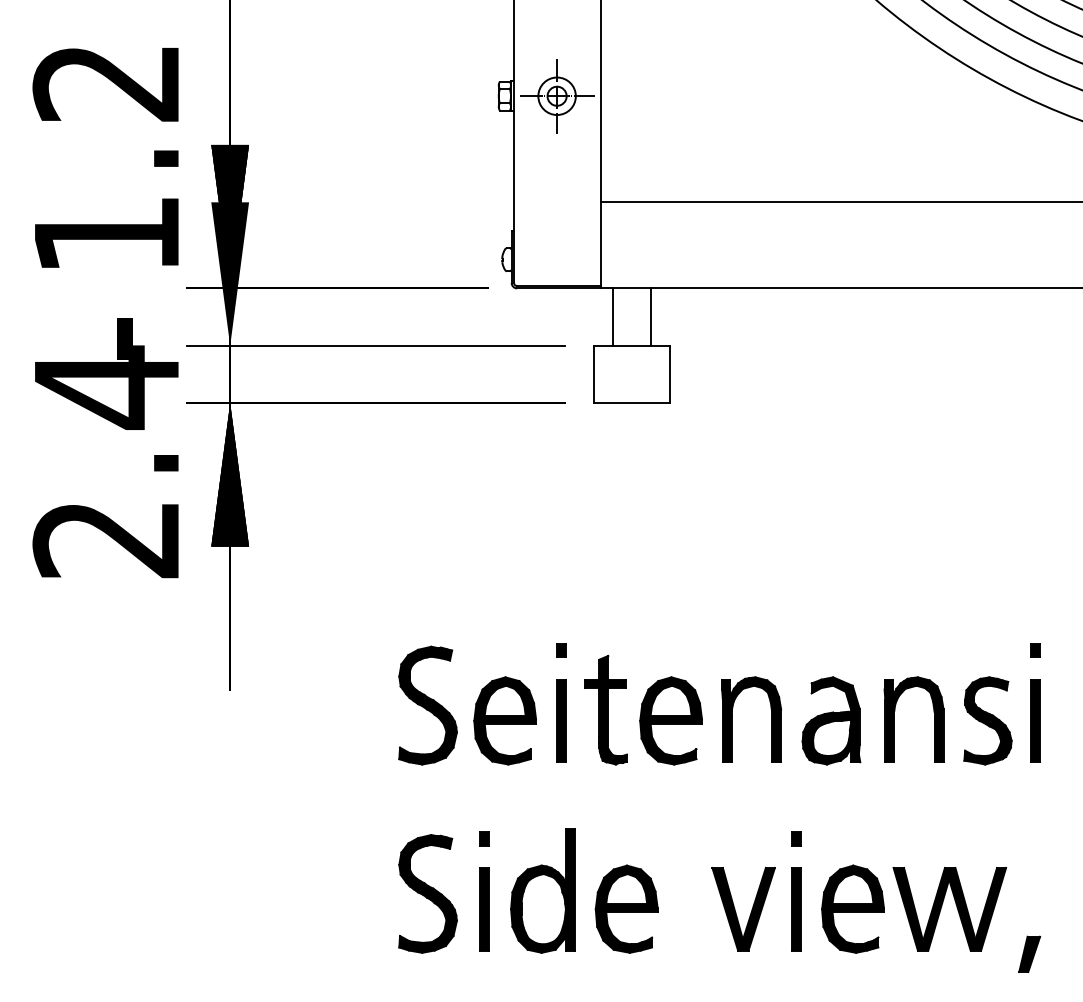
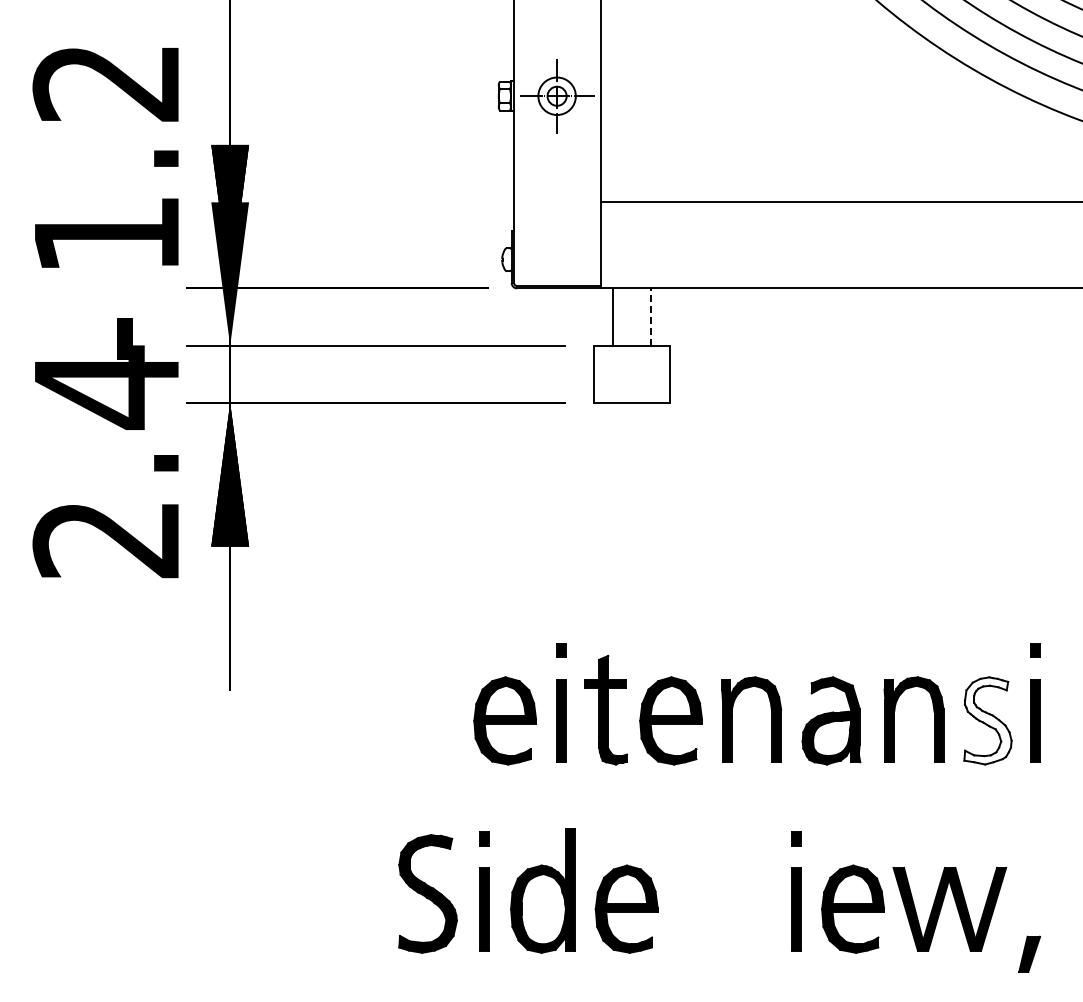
line at (651, 317): solid -> dashed
part at (427, 705): present -> none
fill at (987, 720): present -> none
part at (736, 912): present -> none
